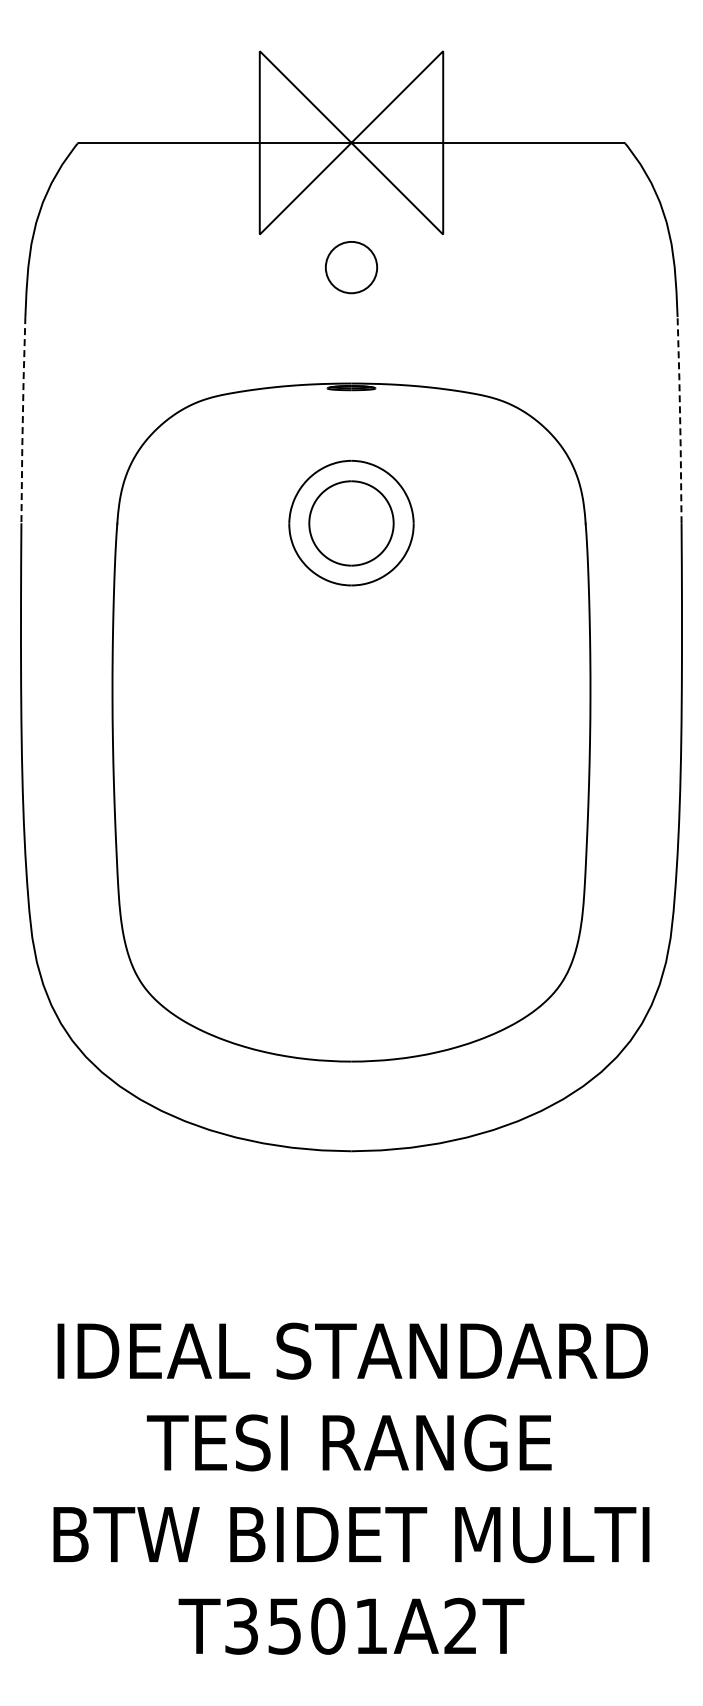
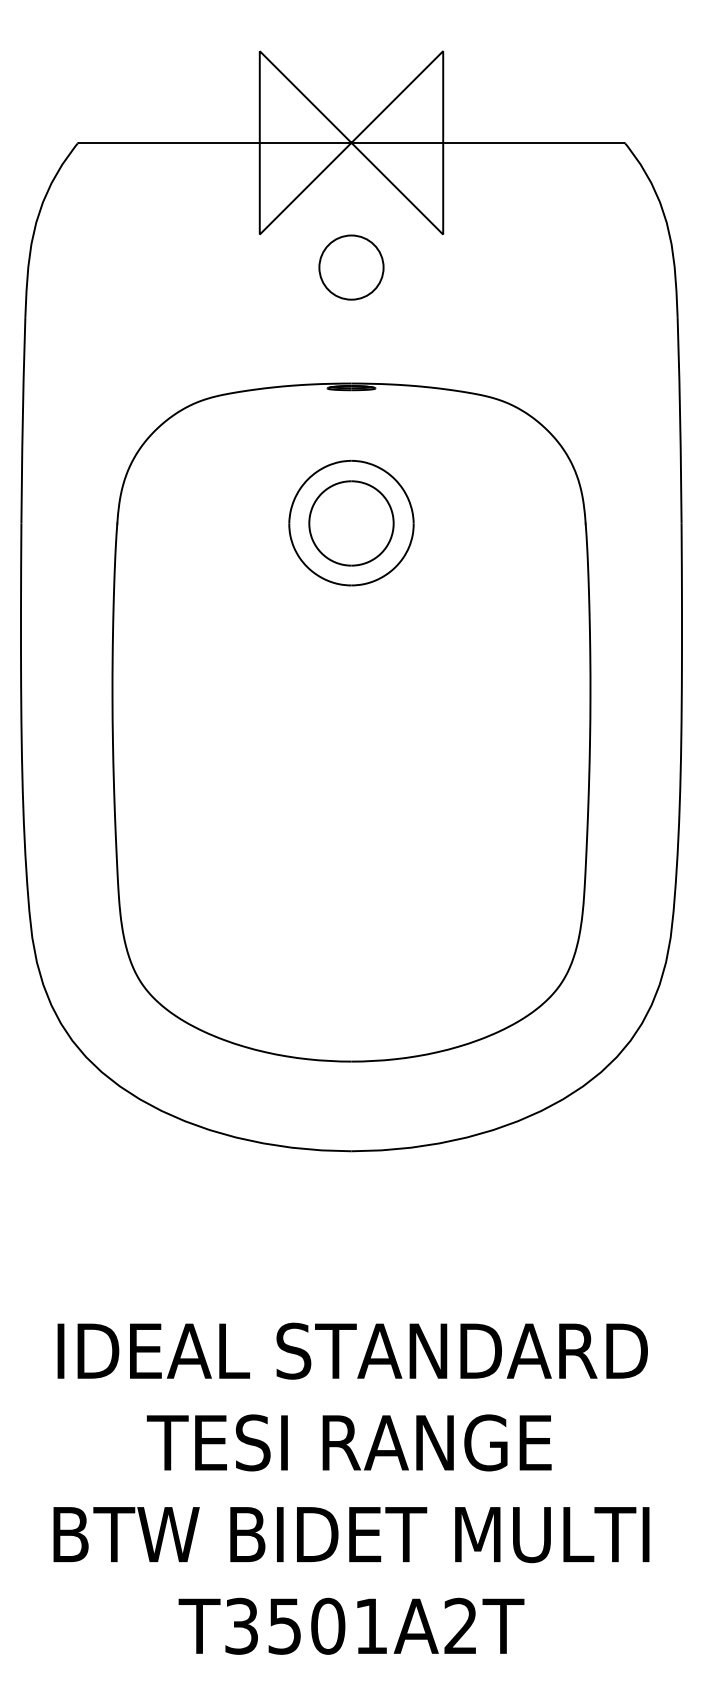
circle at (351, 267) size: 55x54 px -> 67x67 px
line at (22, 419): dashed -> solid
line at (680, 419): dashed -> solid
